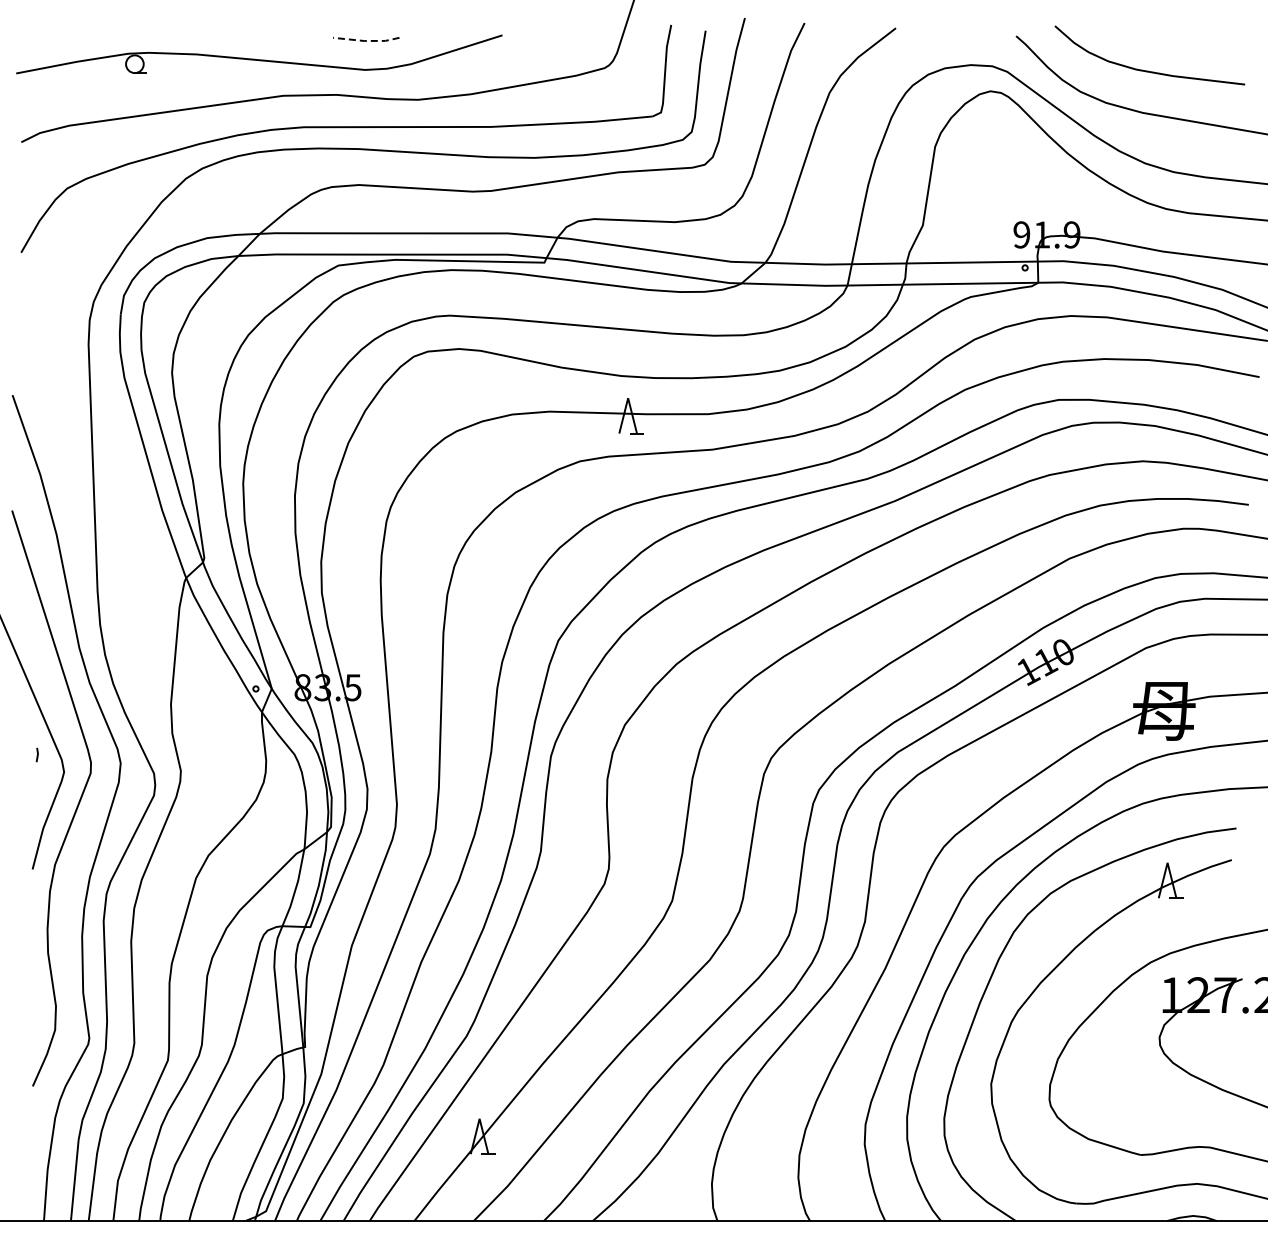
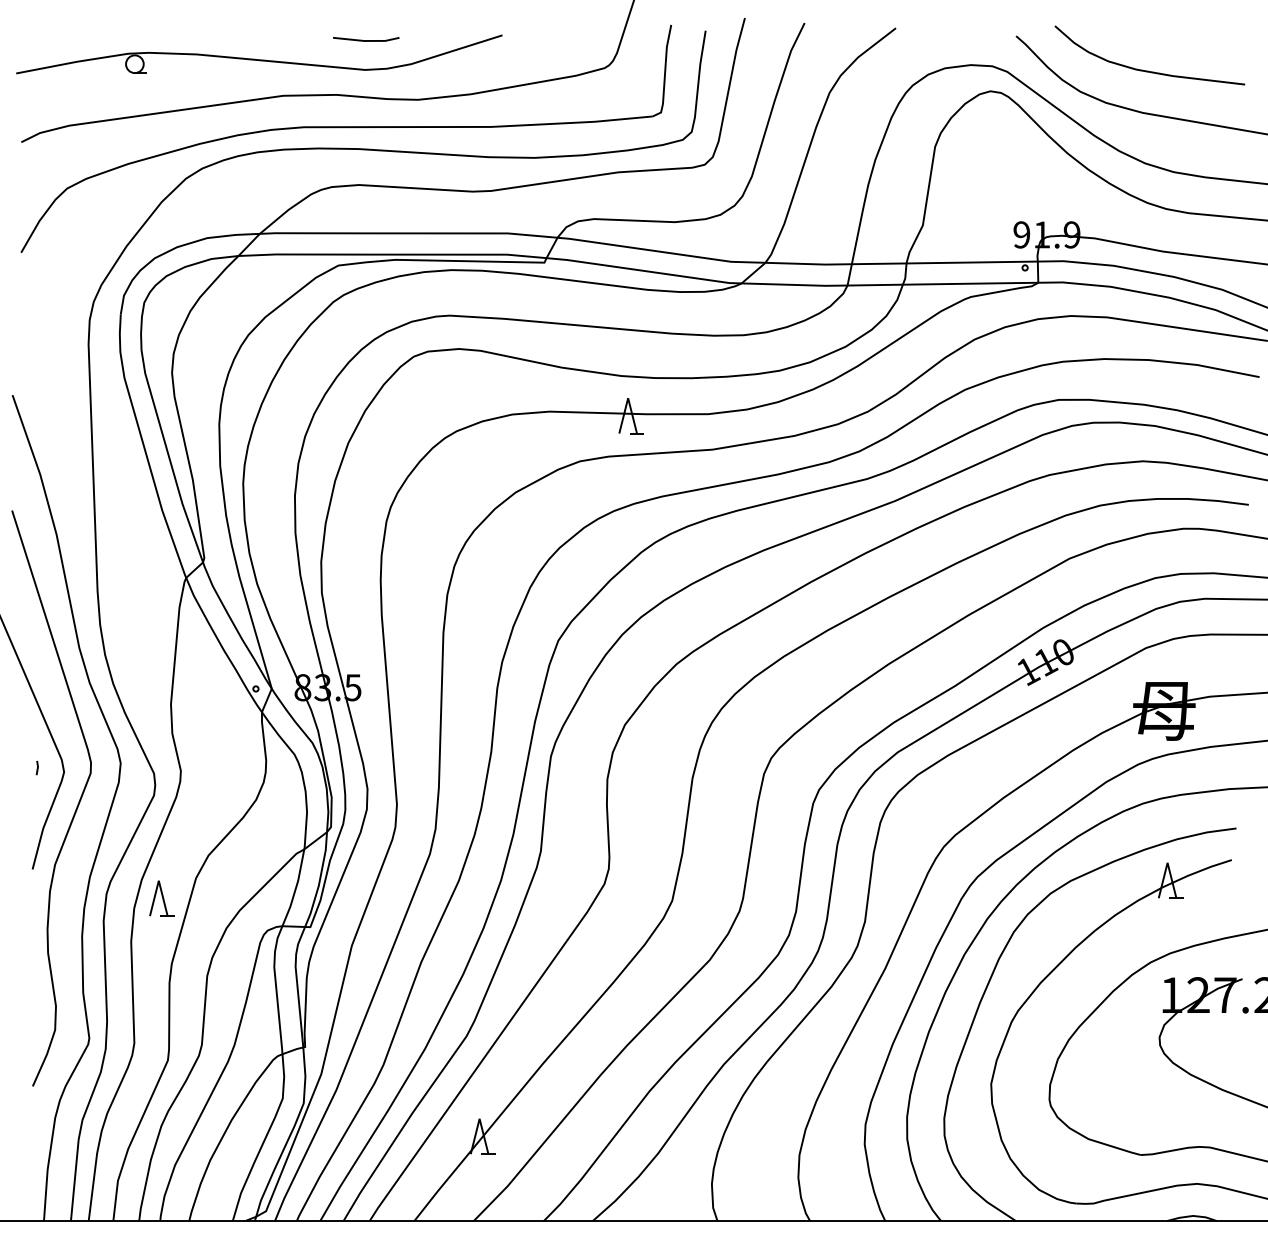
line at (366, 41): dashed -> solid
line at (37, 754) position: (37, 754) -> (37, 767)
part at (161, 898): none -> present
